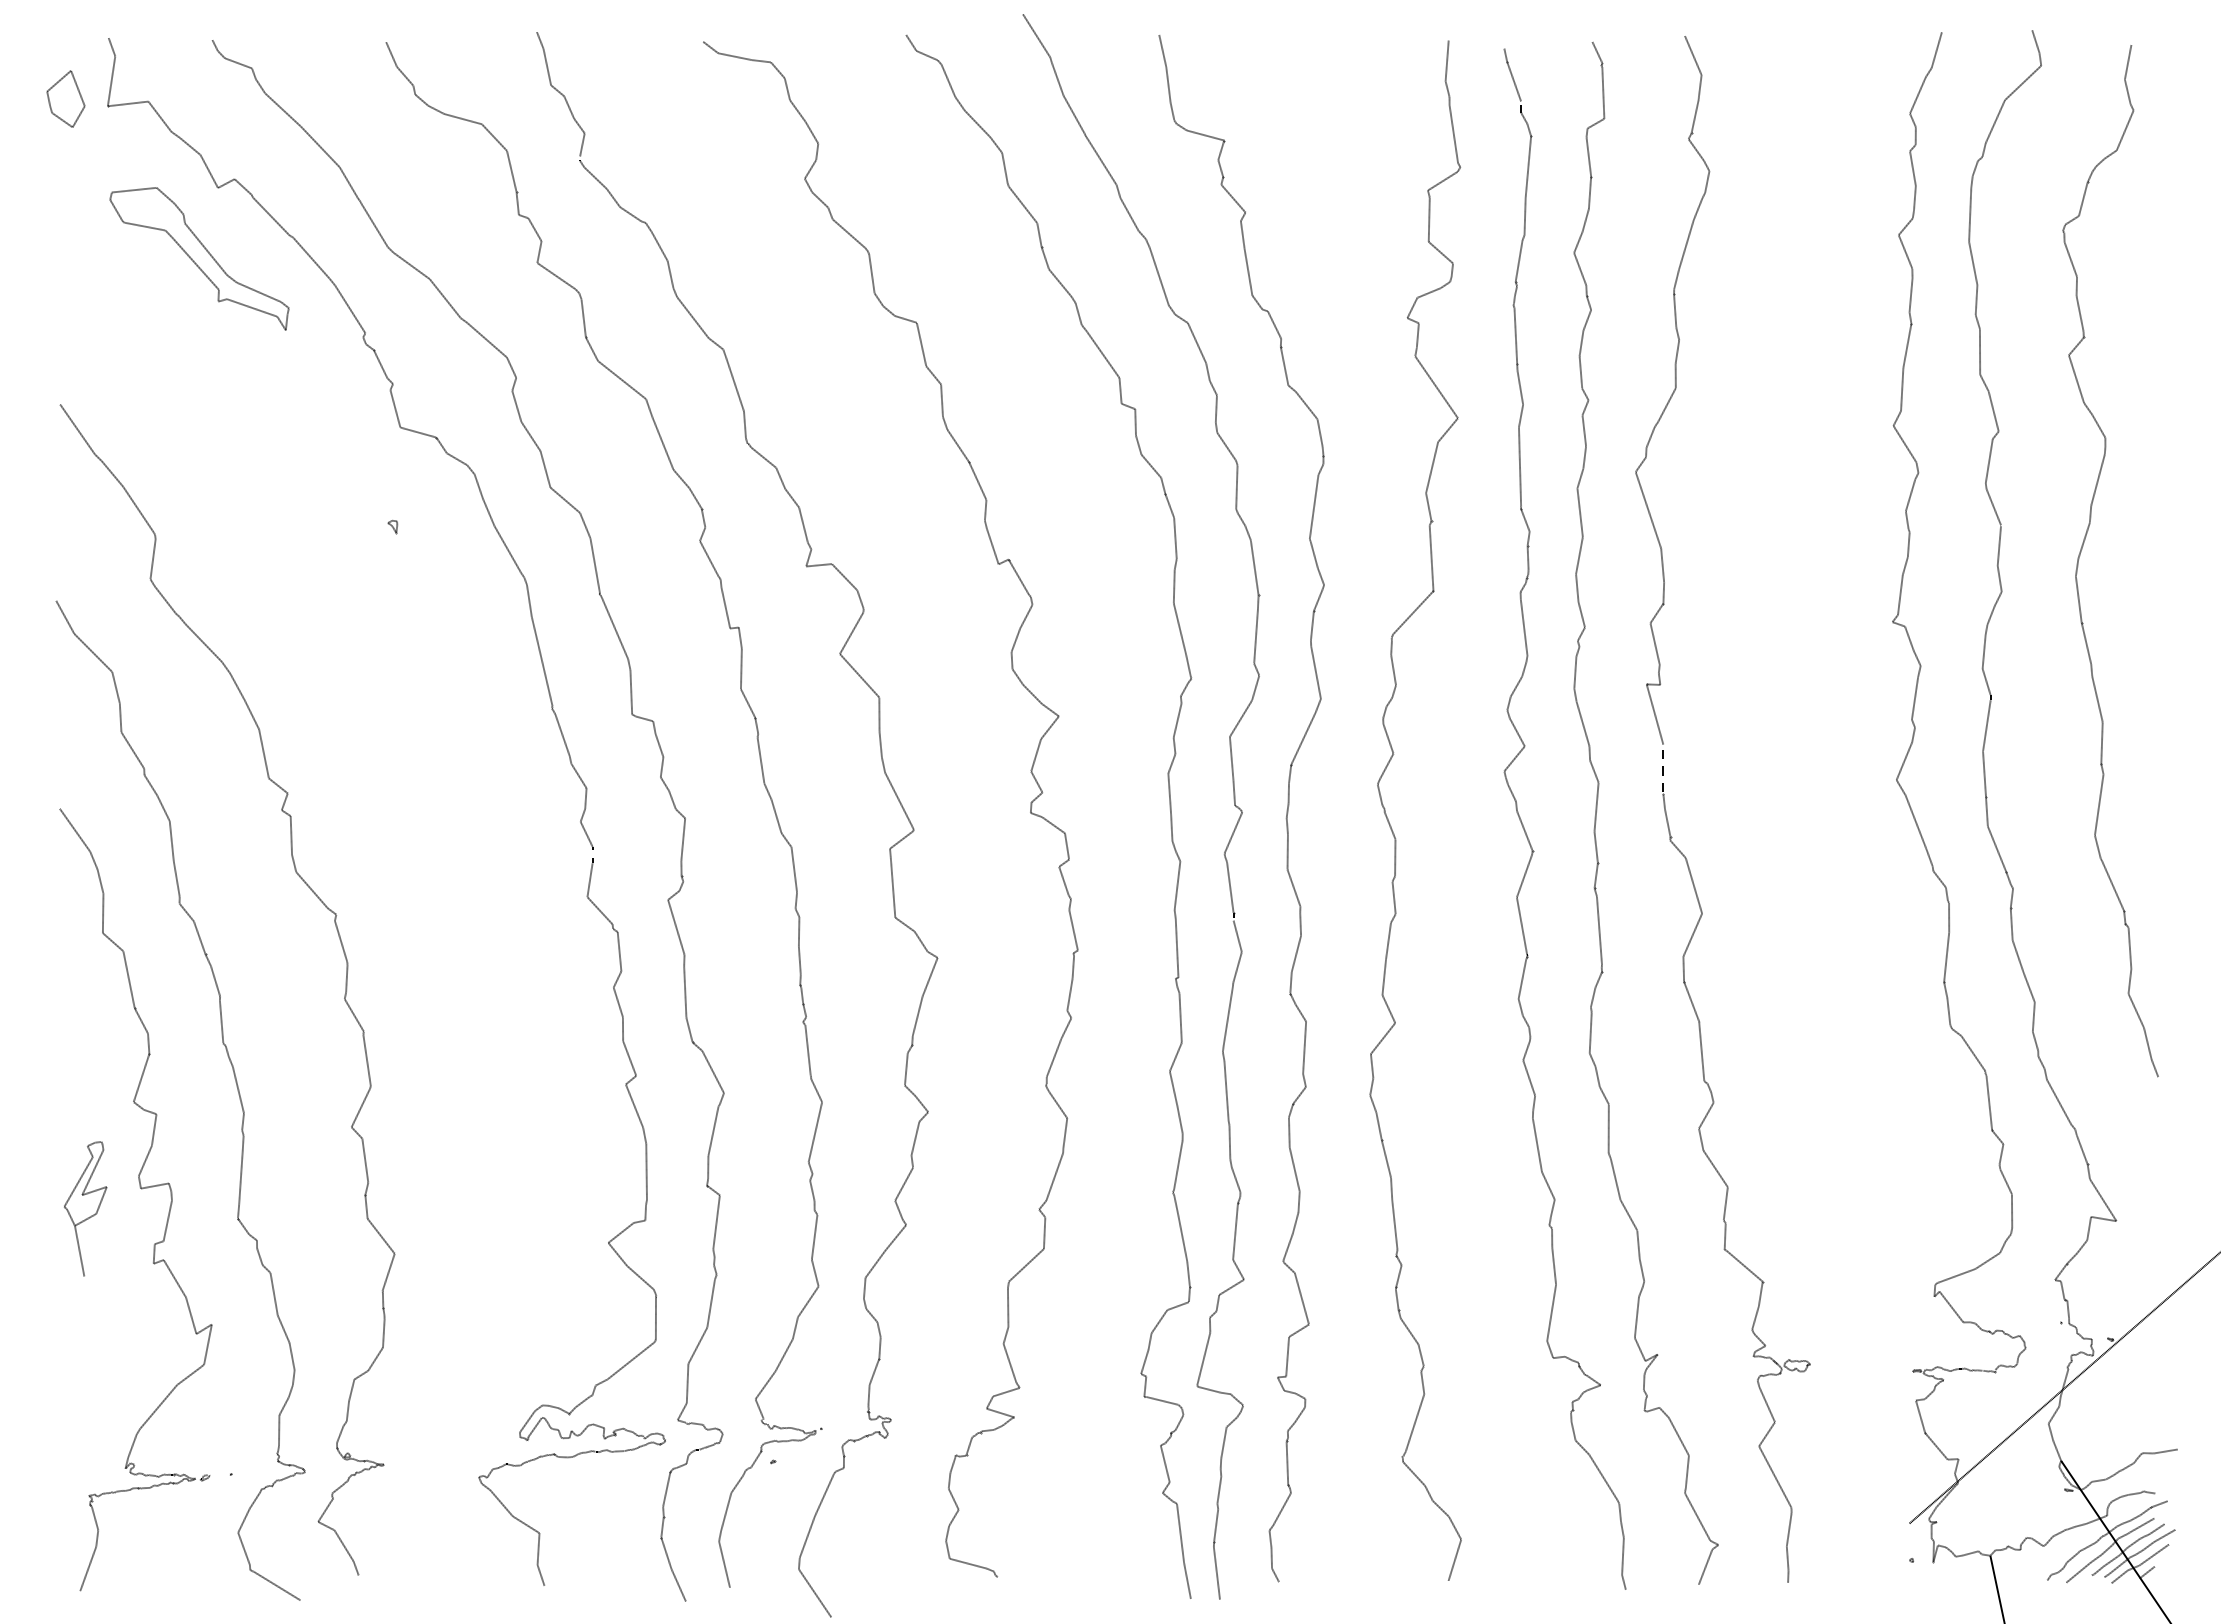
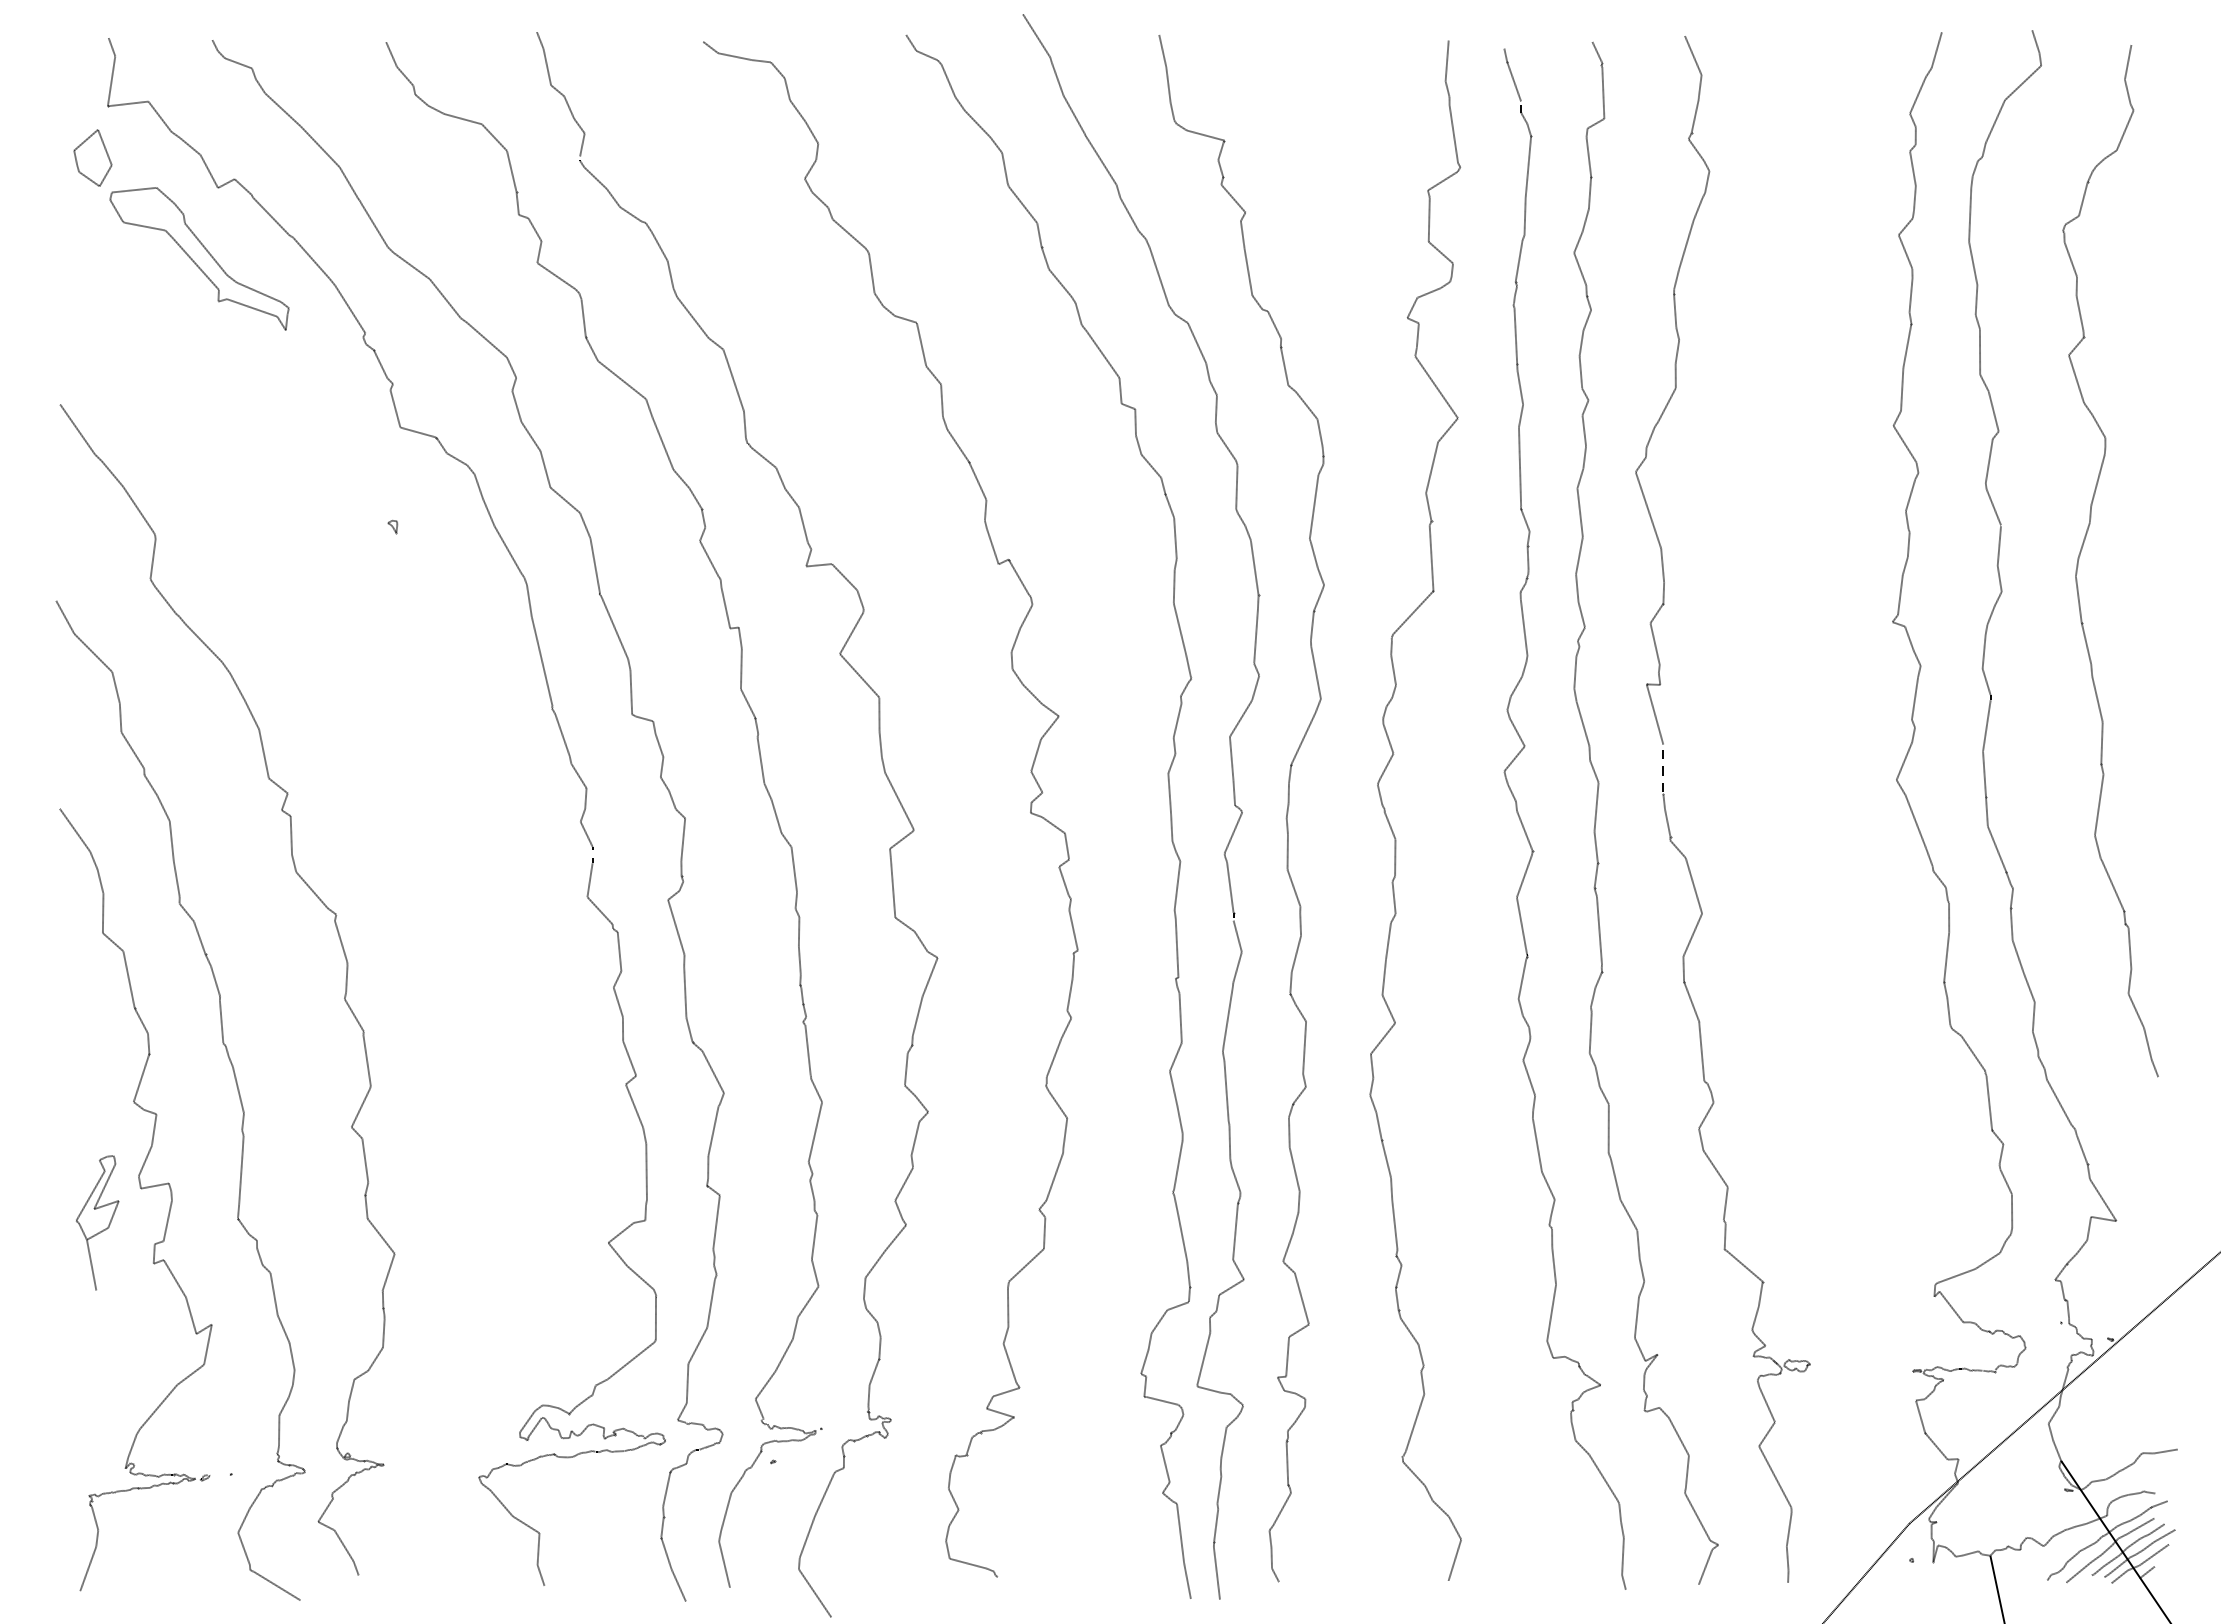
part at (65, 98) position: (65, 98) -> (92, 157)
curve at (89, 1216) position: (89, 1216) -> (101, 1230)
line at (1867, 1571): none -> present
